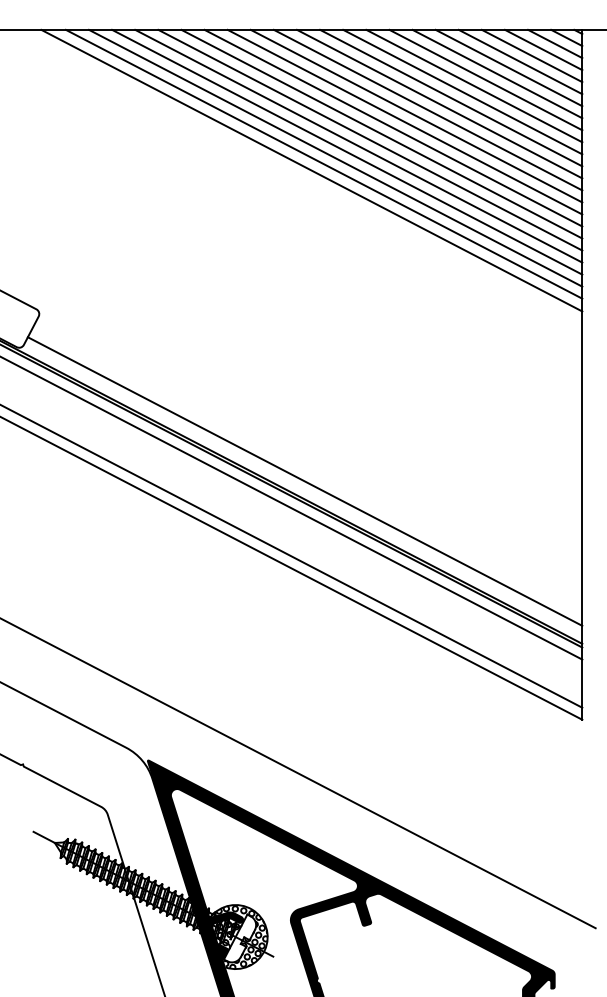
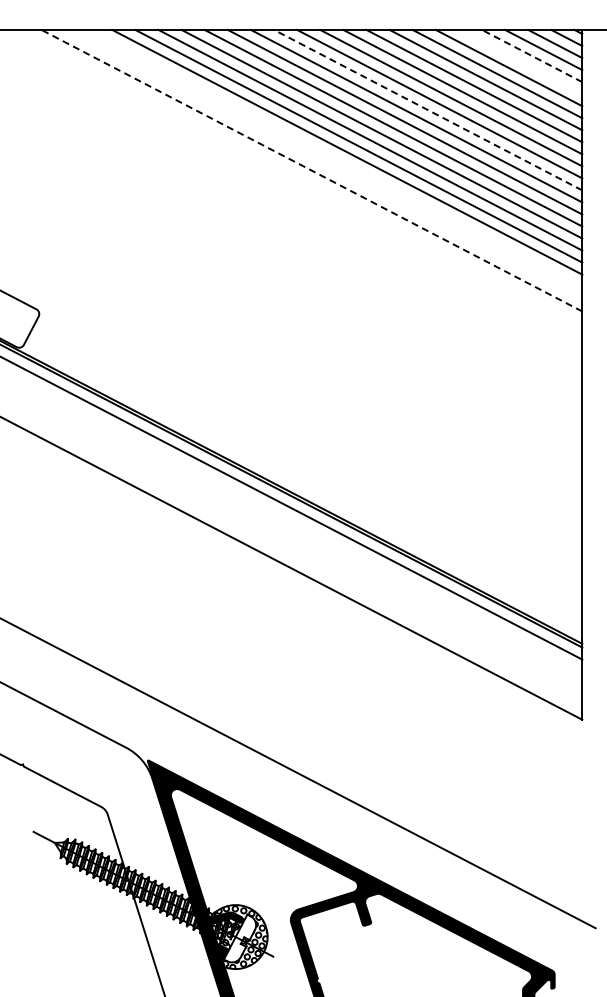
line at (532, 56): solid -> dashed
line at (520, 61): present -> none
line at (428, 110): solid -> dashed
line at (335, 157): present -> none
line at (323, 163): present -> none
line at (311, 170): solid -> dashed
line at (304, 481): present -> none
line at (292, 556): present -> none
